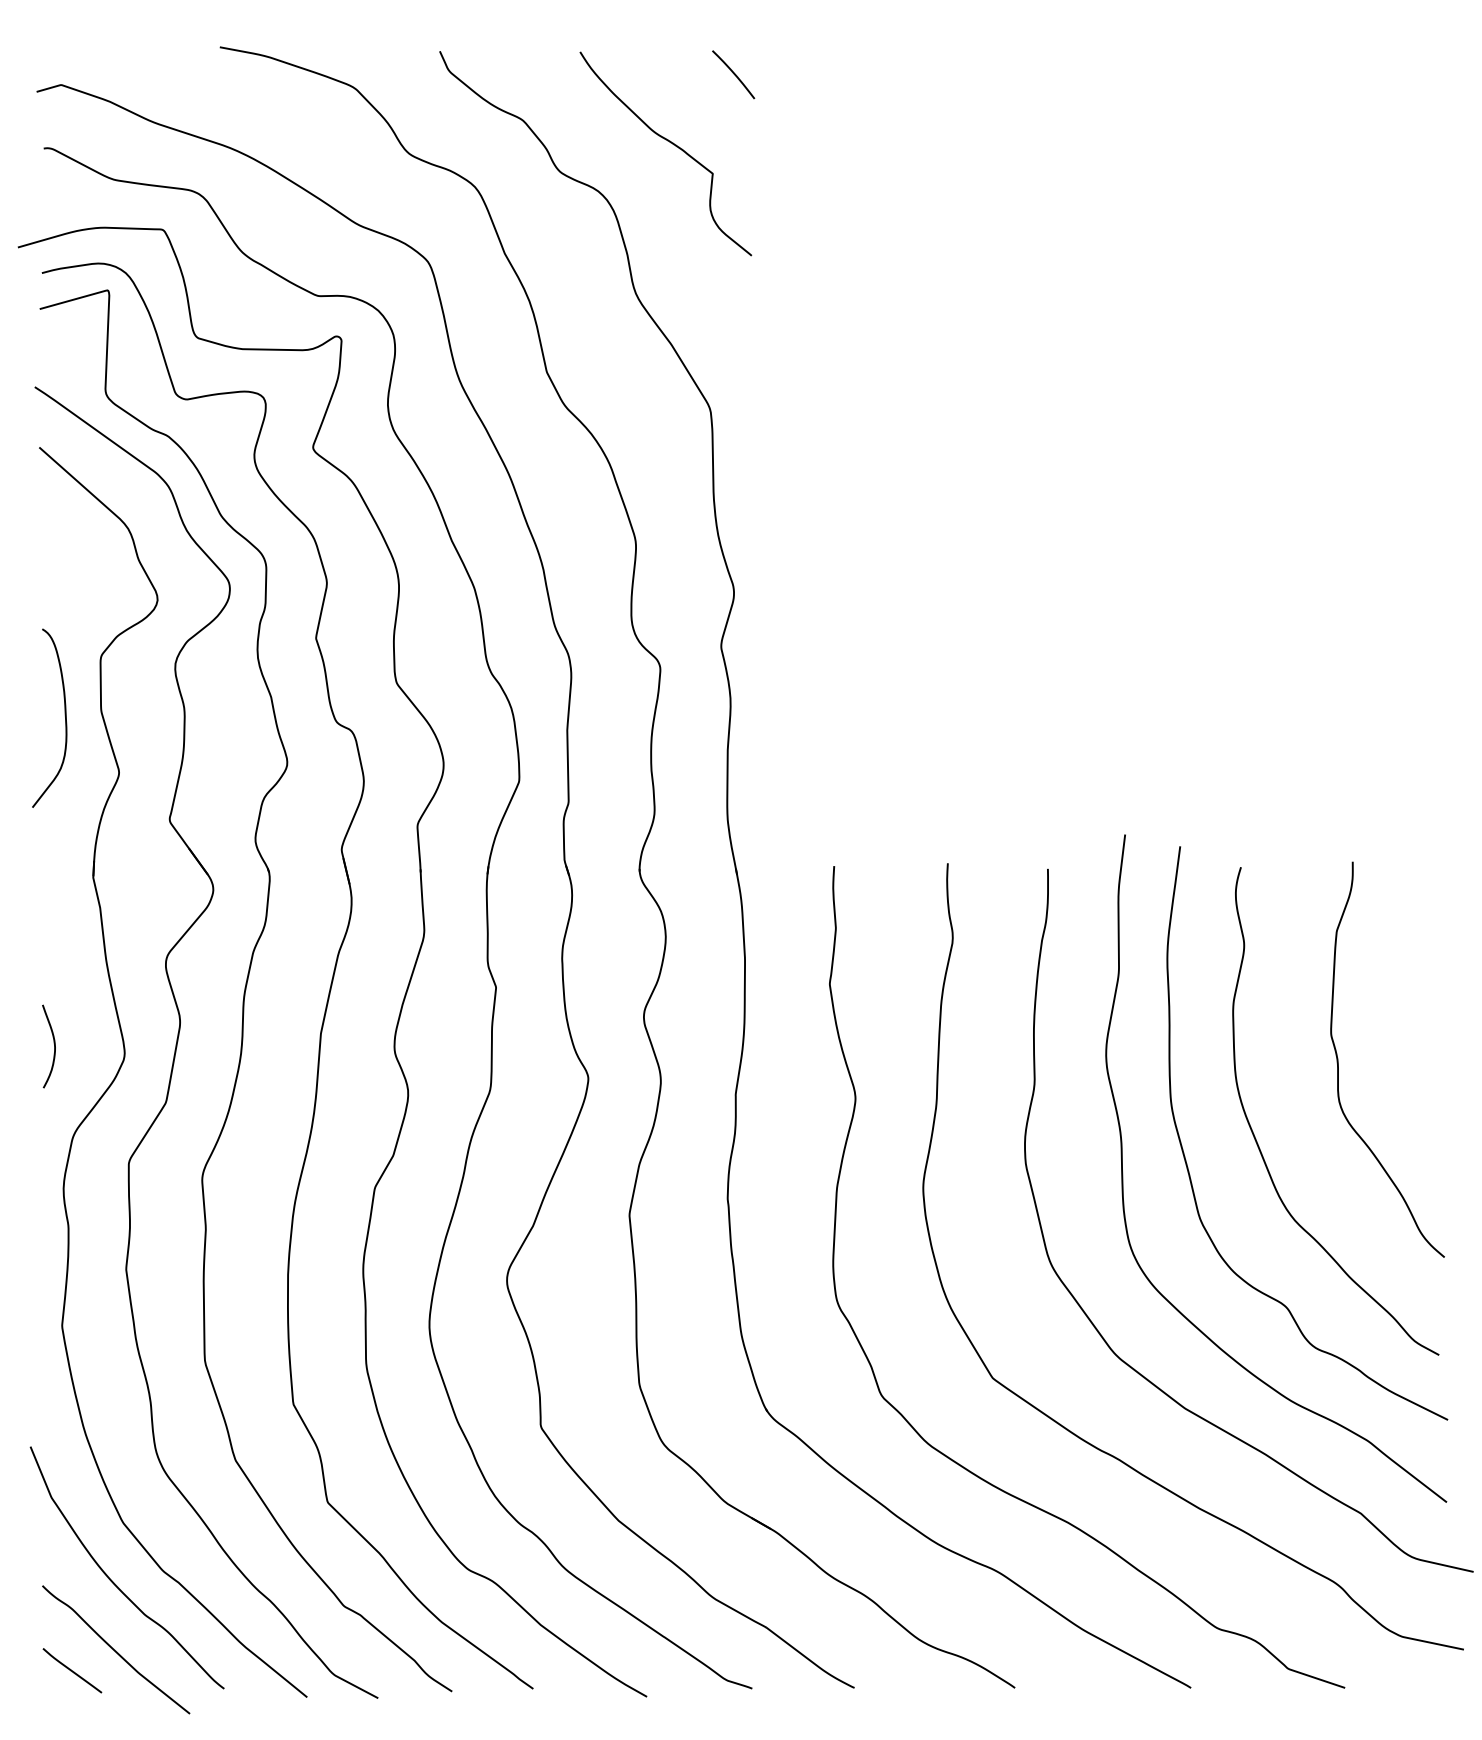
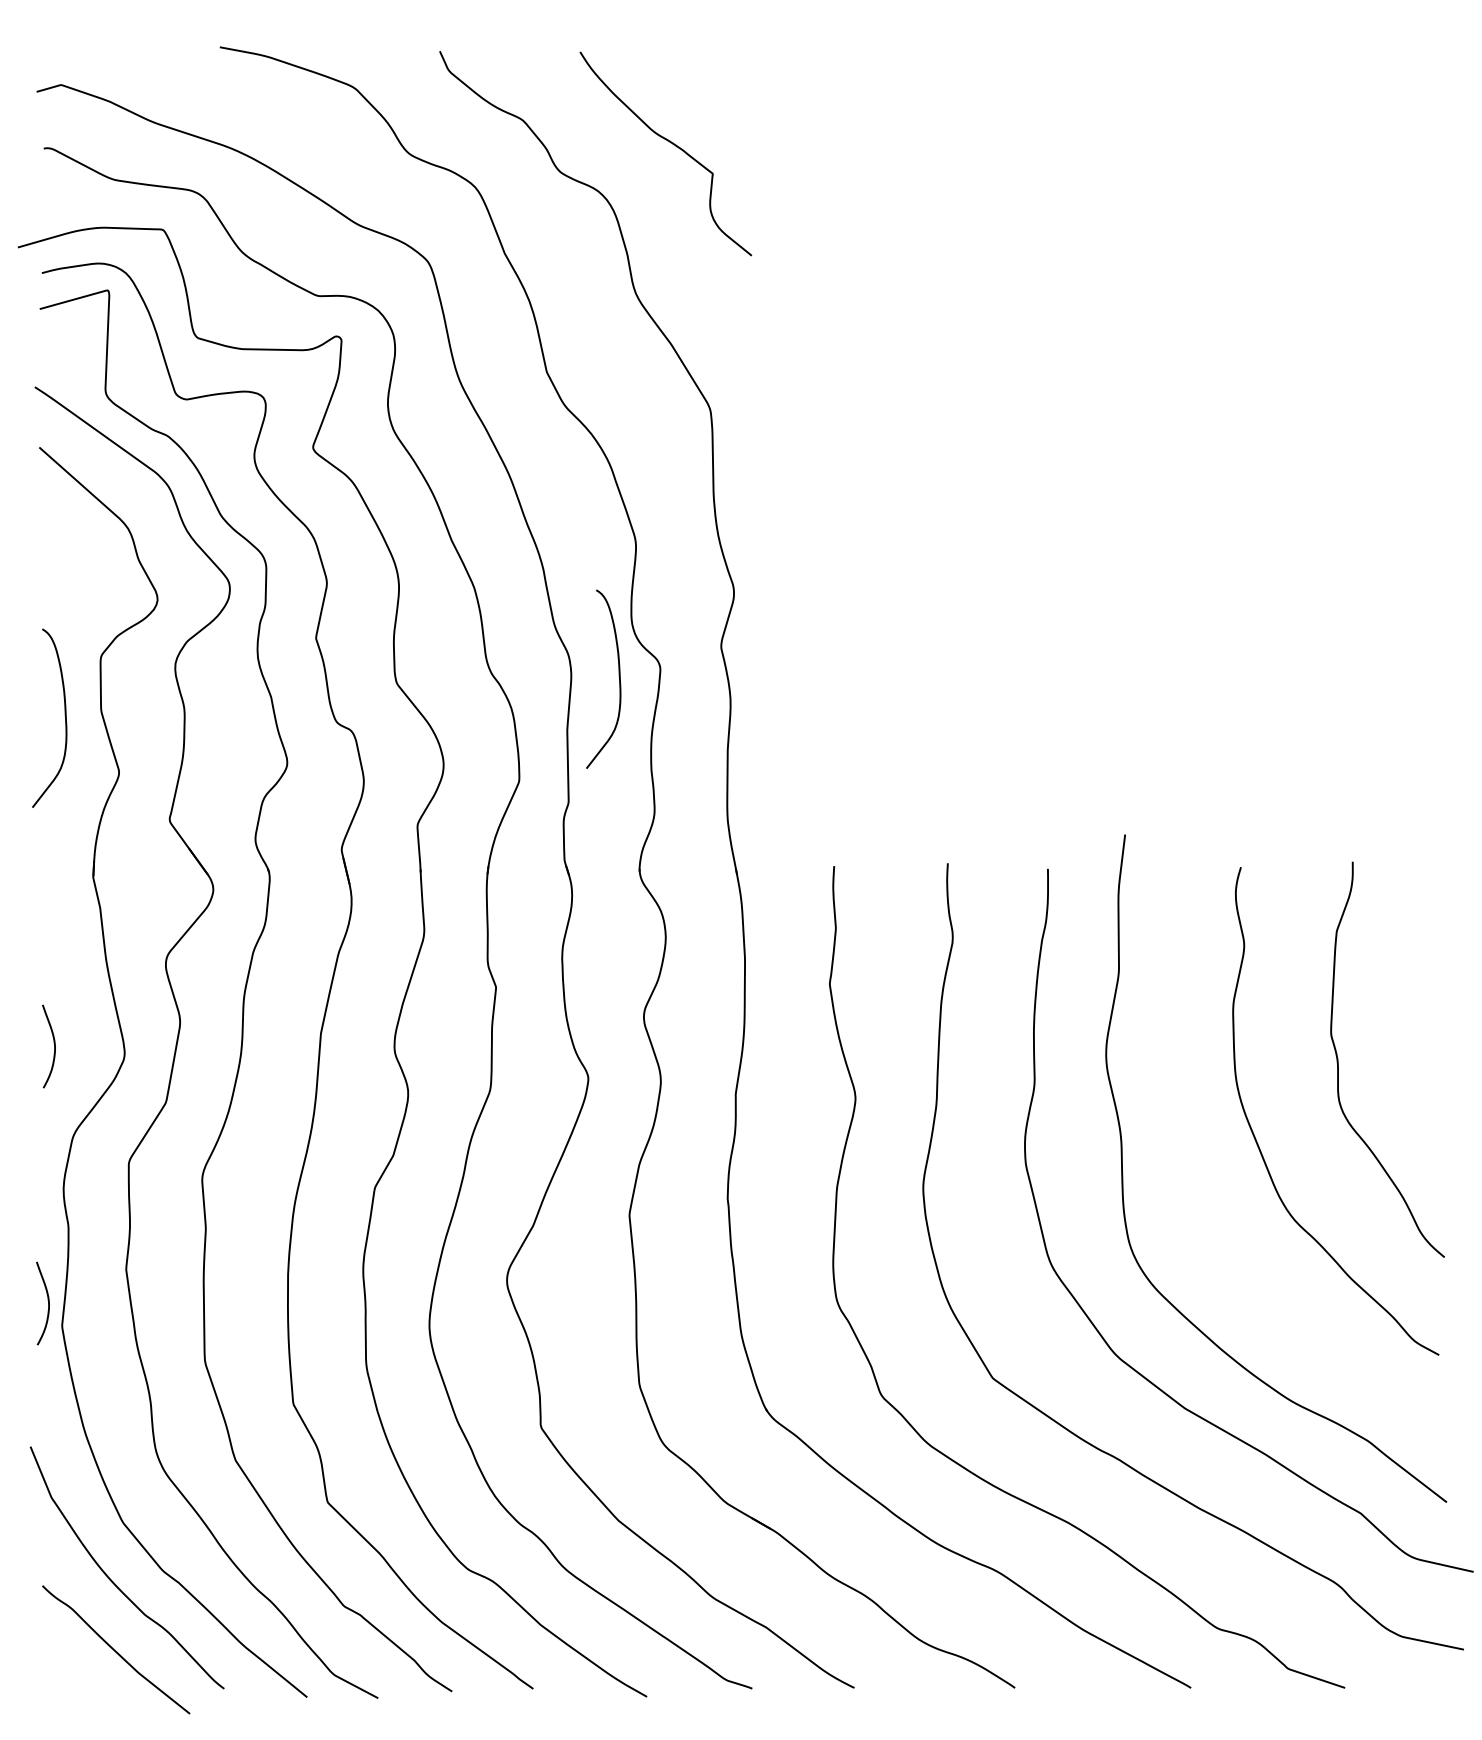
curve at (733, 74): present -> none
curve at (618, 676): none -> present
curve at (1187, 1163): present -> none
curve at (47, 1300): none -> present
line at (72, 1670): present -> none
